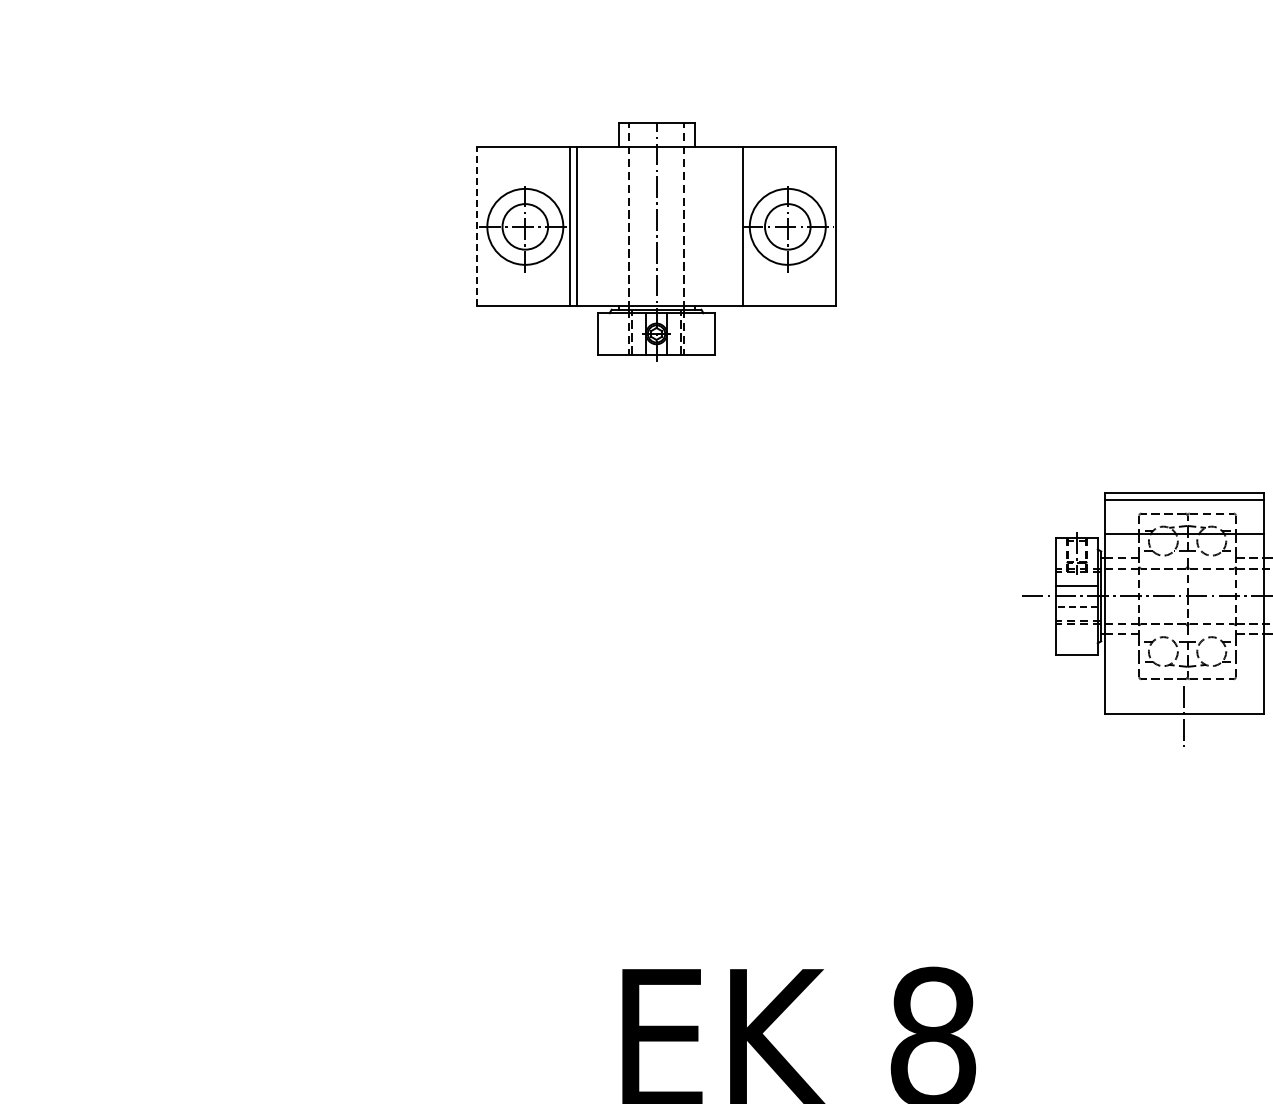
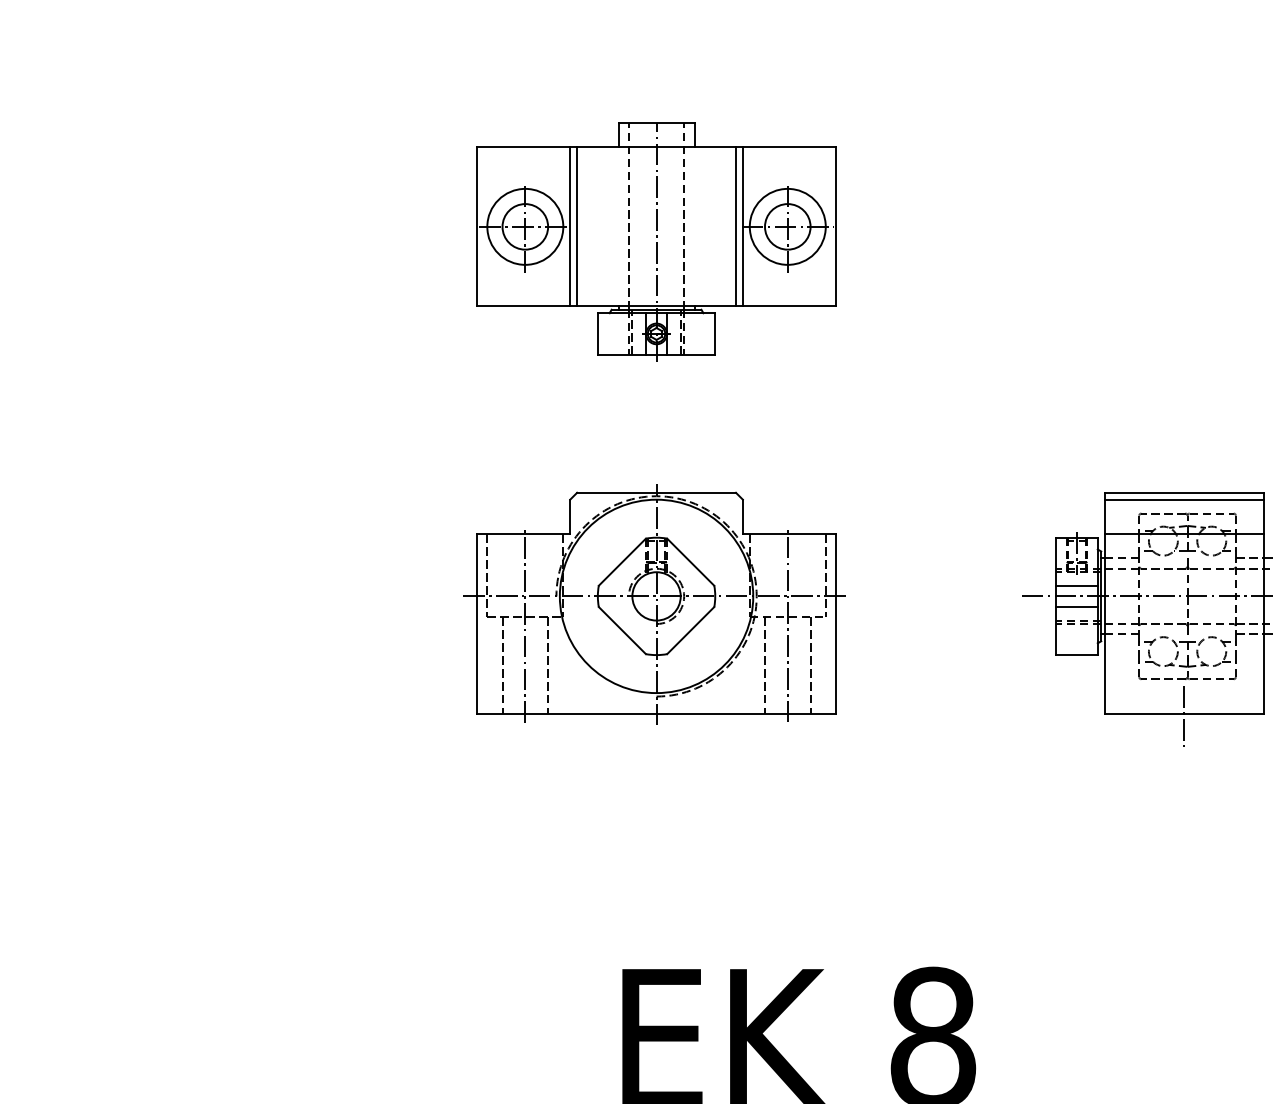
line at (476, 226): dashed -> solid
line at (735, 226): none -> present
part at (654, 604): none -> present
line at (1077, 607): dashed -> solid
